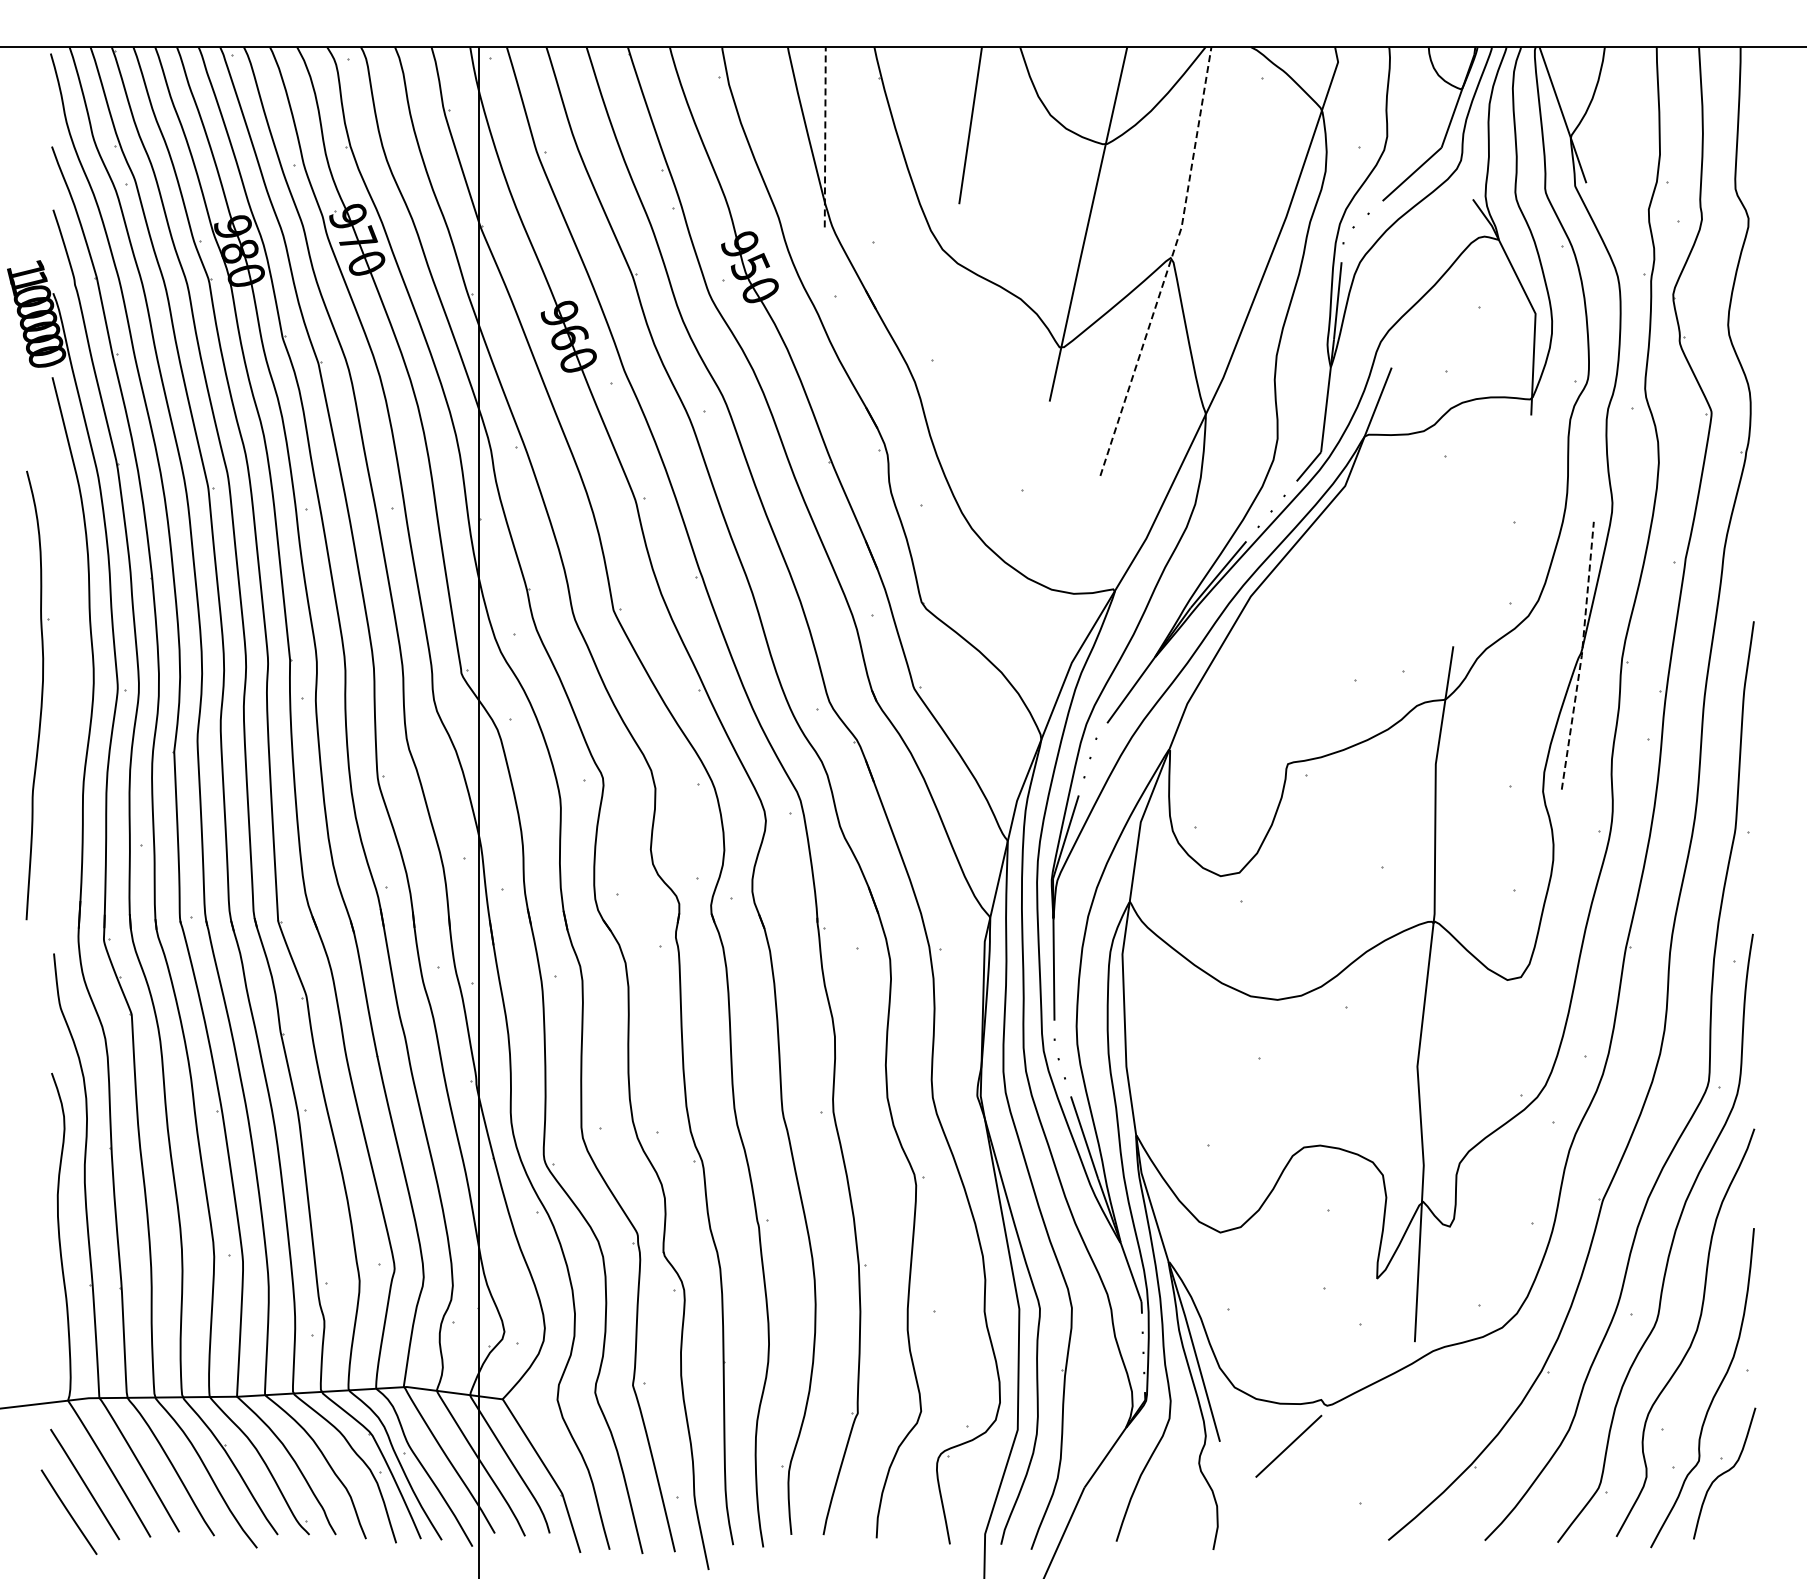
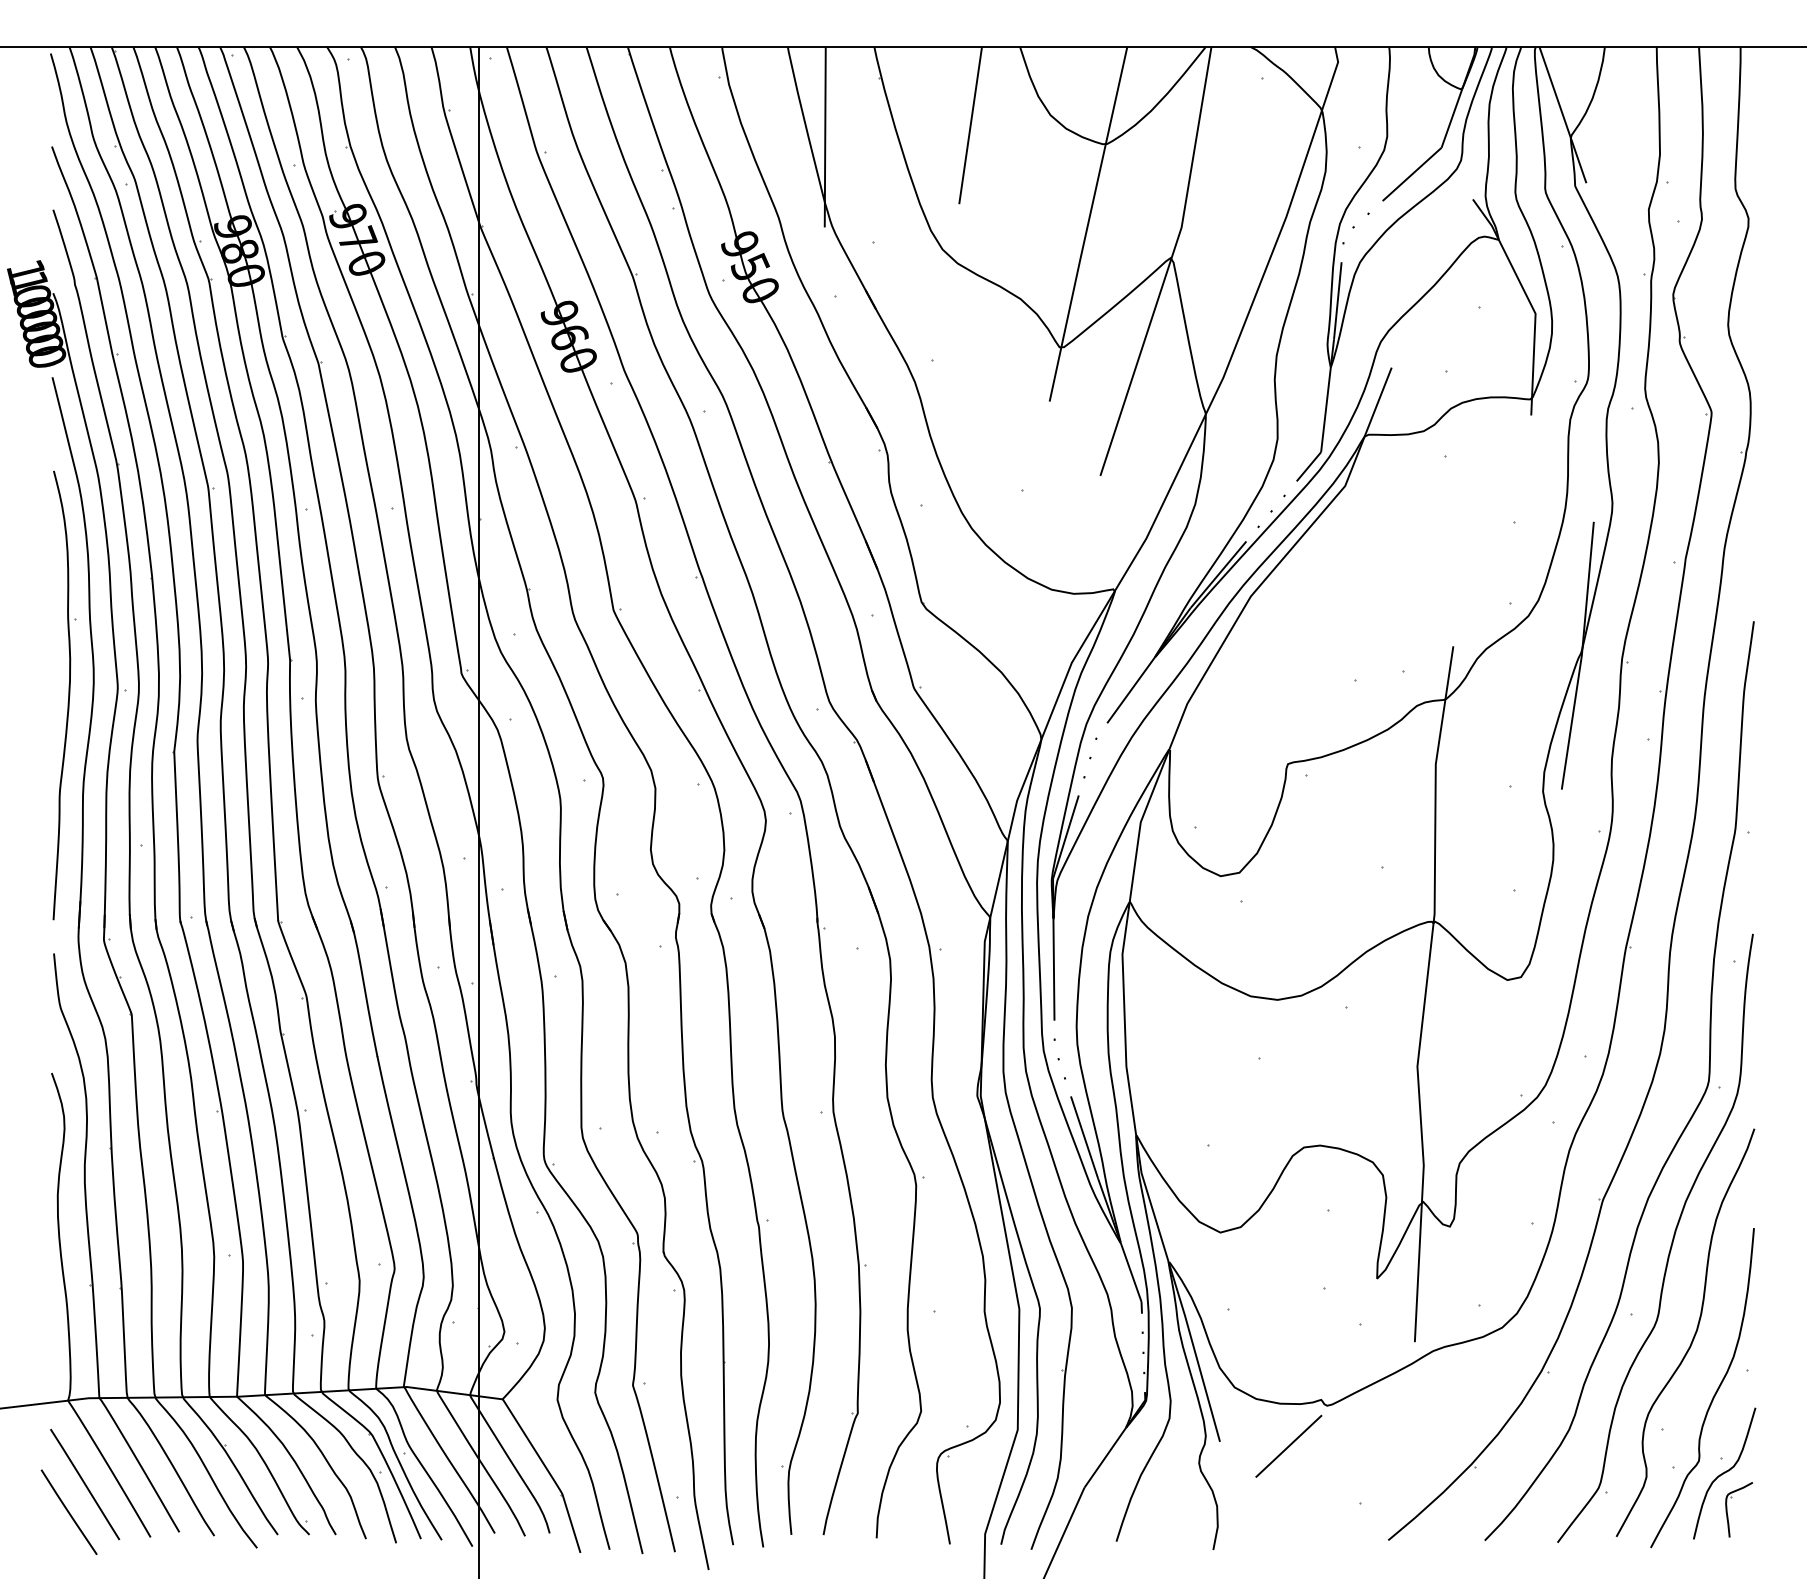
line at (825, 136): dashed -> solid
line at (1169, 264): dashed -> solid
line at (1581, 655): dashed -> solid
part at (37, 695) position: (37, 695) -> (64, 695)
part at (1727, 1509): none -> present
